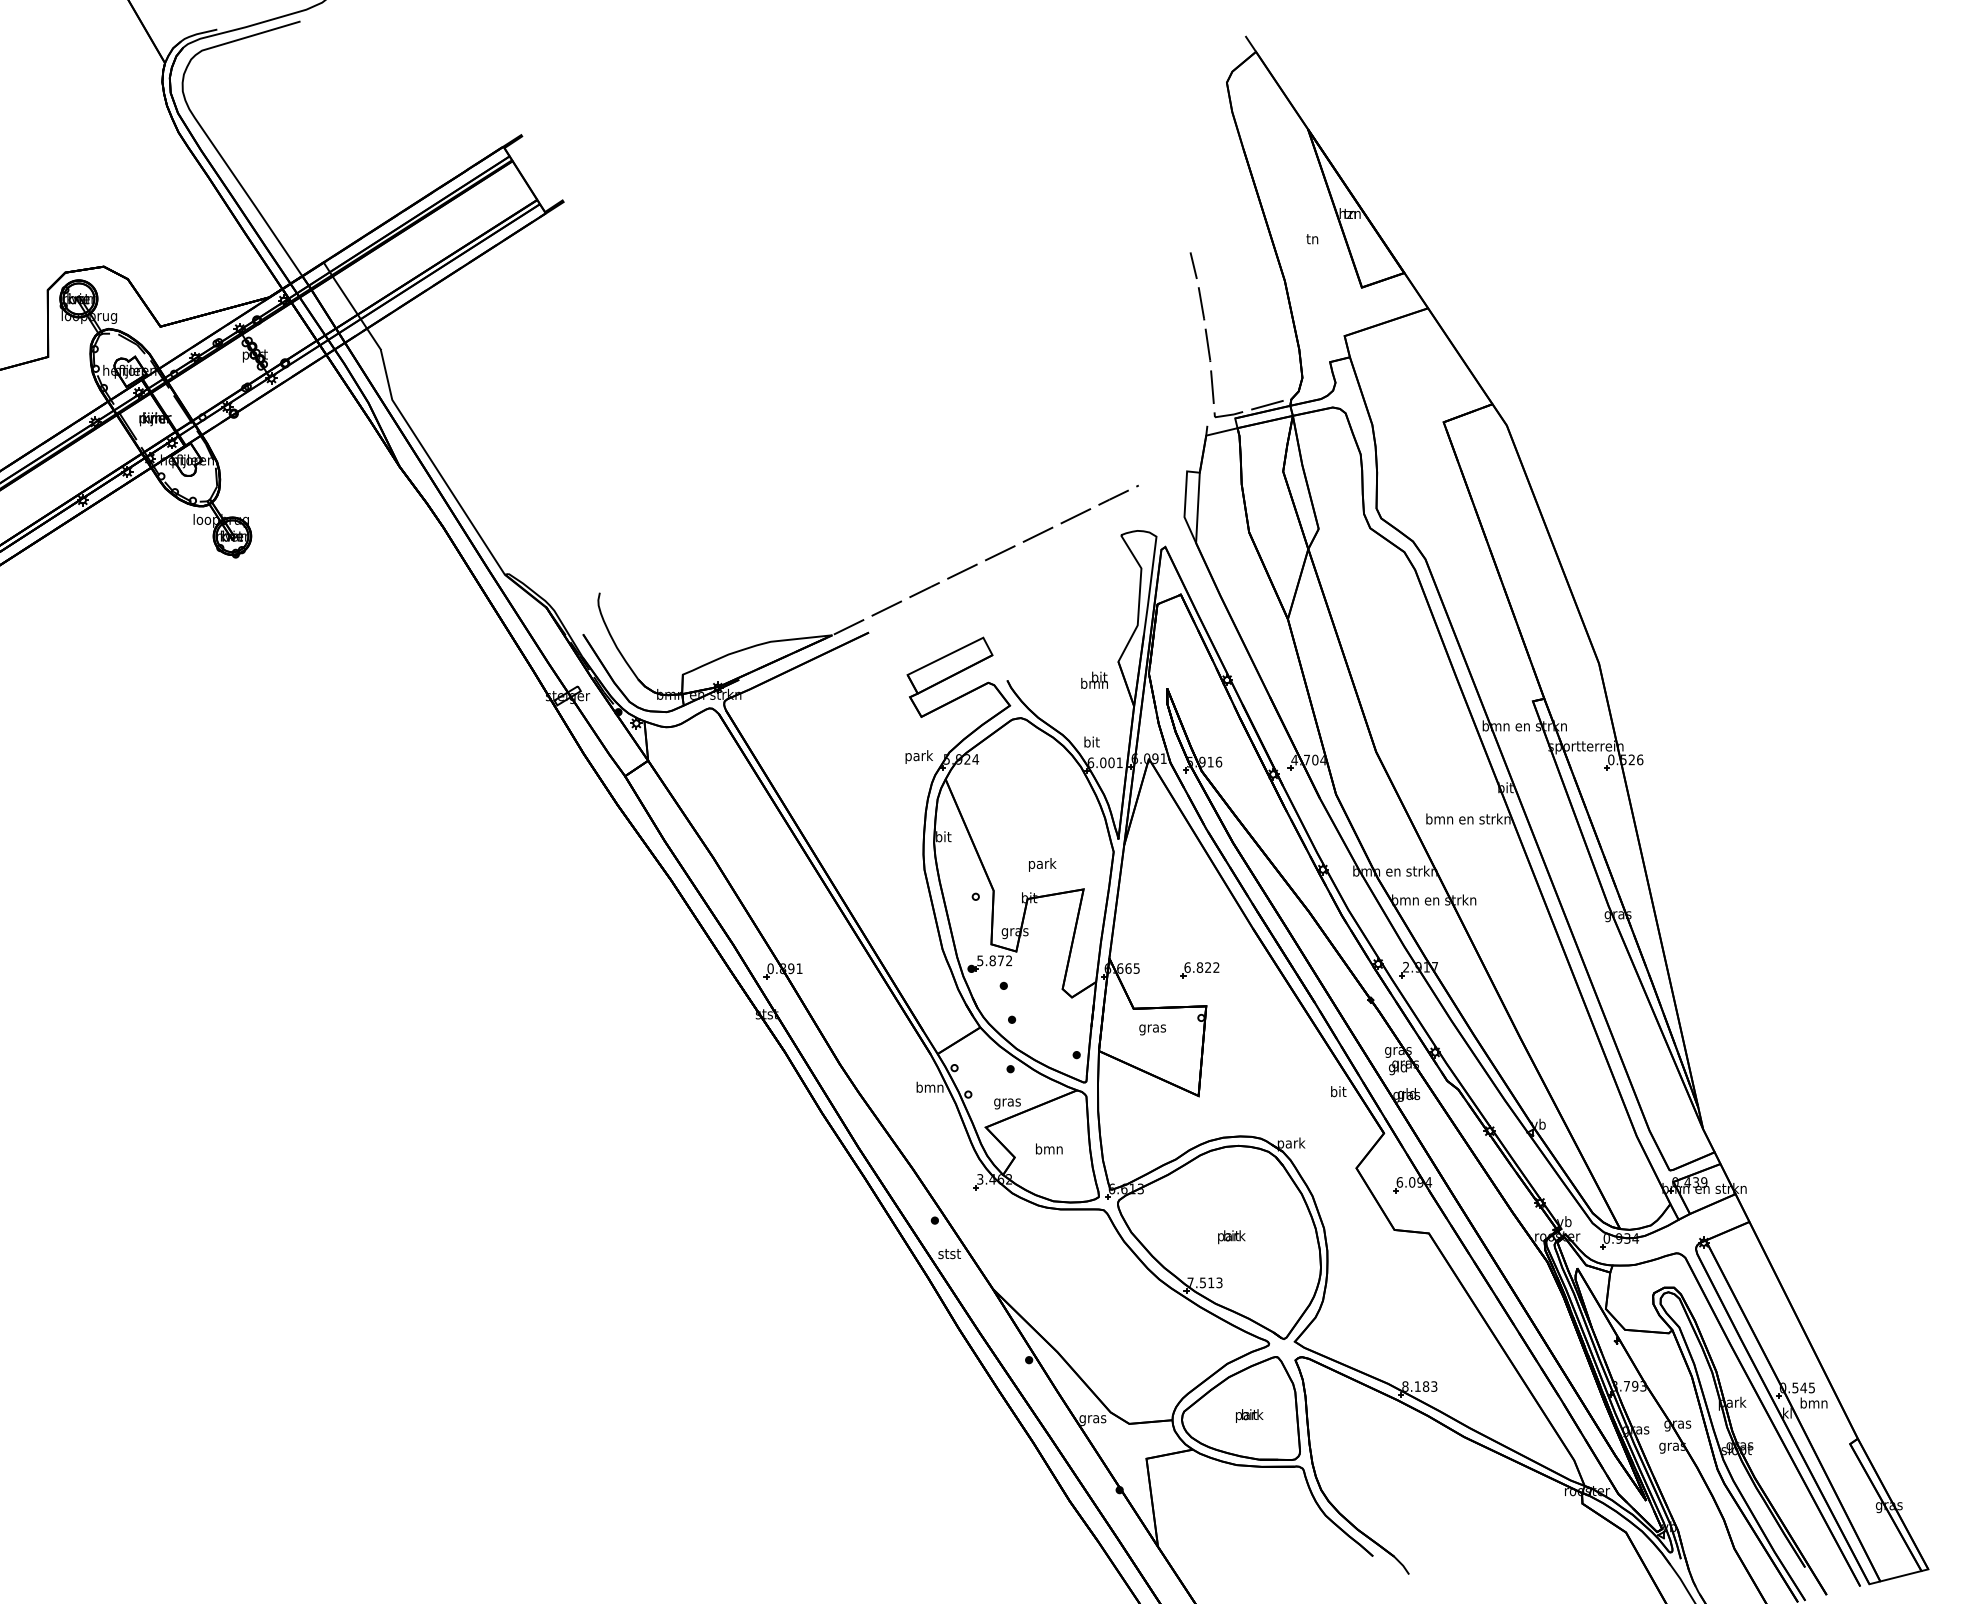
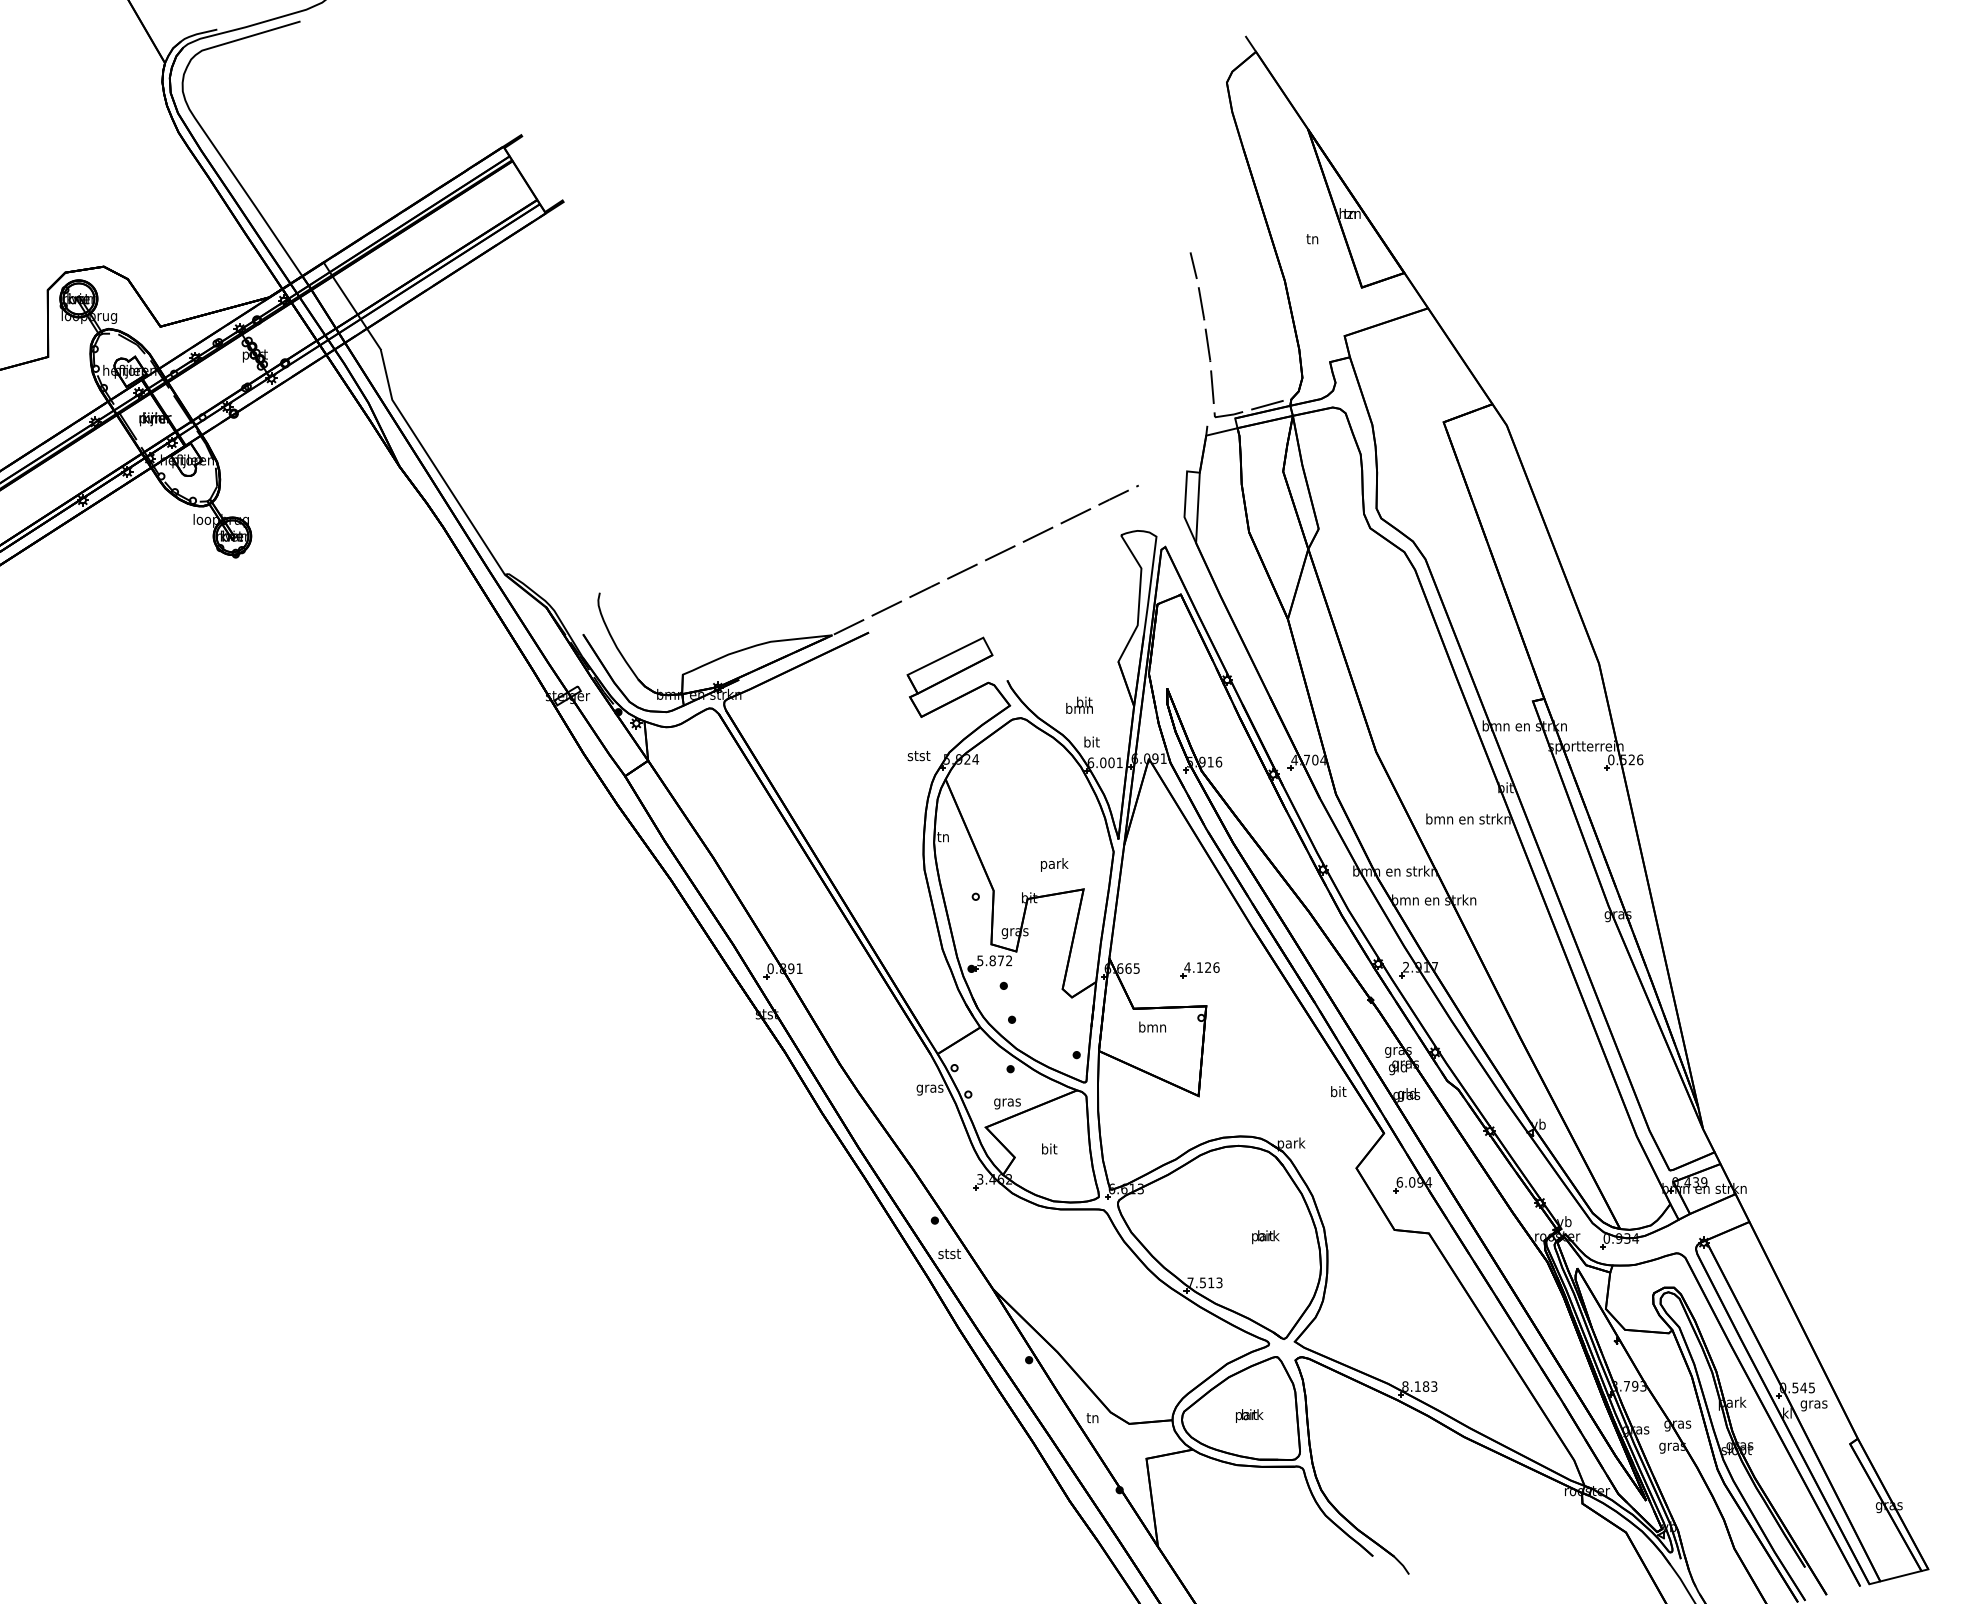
text at (1094, 679) position: (1094, 679) -> (1079, 704)
text at (918, 756): park -> stst
text at (943, 836): bit -> tn
text at (1042, 864) position: (1042, 864) -> (1054, 864)
text at (1201, 967): 6.822 -> 4.126
text at (1152, 1028): gras -> bmn
text at (929, 1088): bmn -> gras
text at (1049, 1148): bmn -> bit
text at (1231, 1237) position: (1231, 1237) -> (1265, 1237)
text at (1813, 1404): bmn -> gras
text at (1092, 1419): gras -> tn
